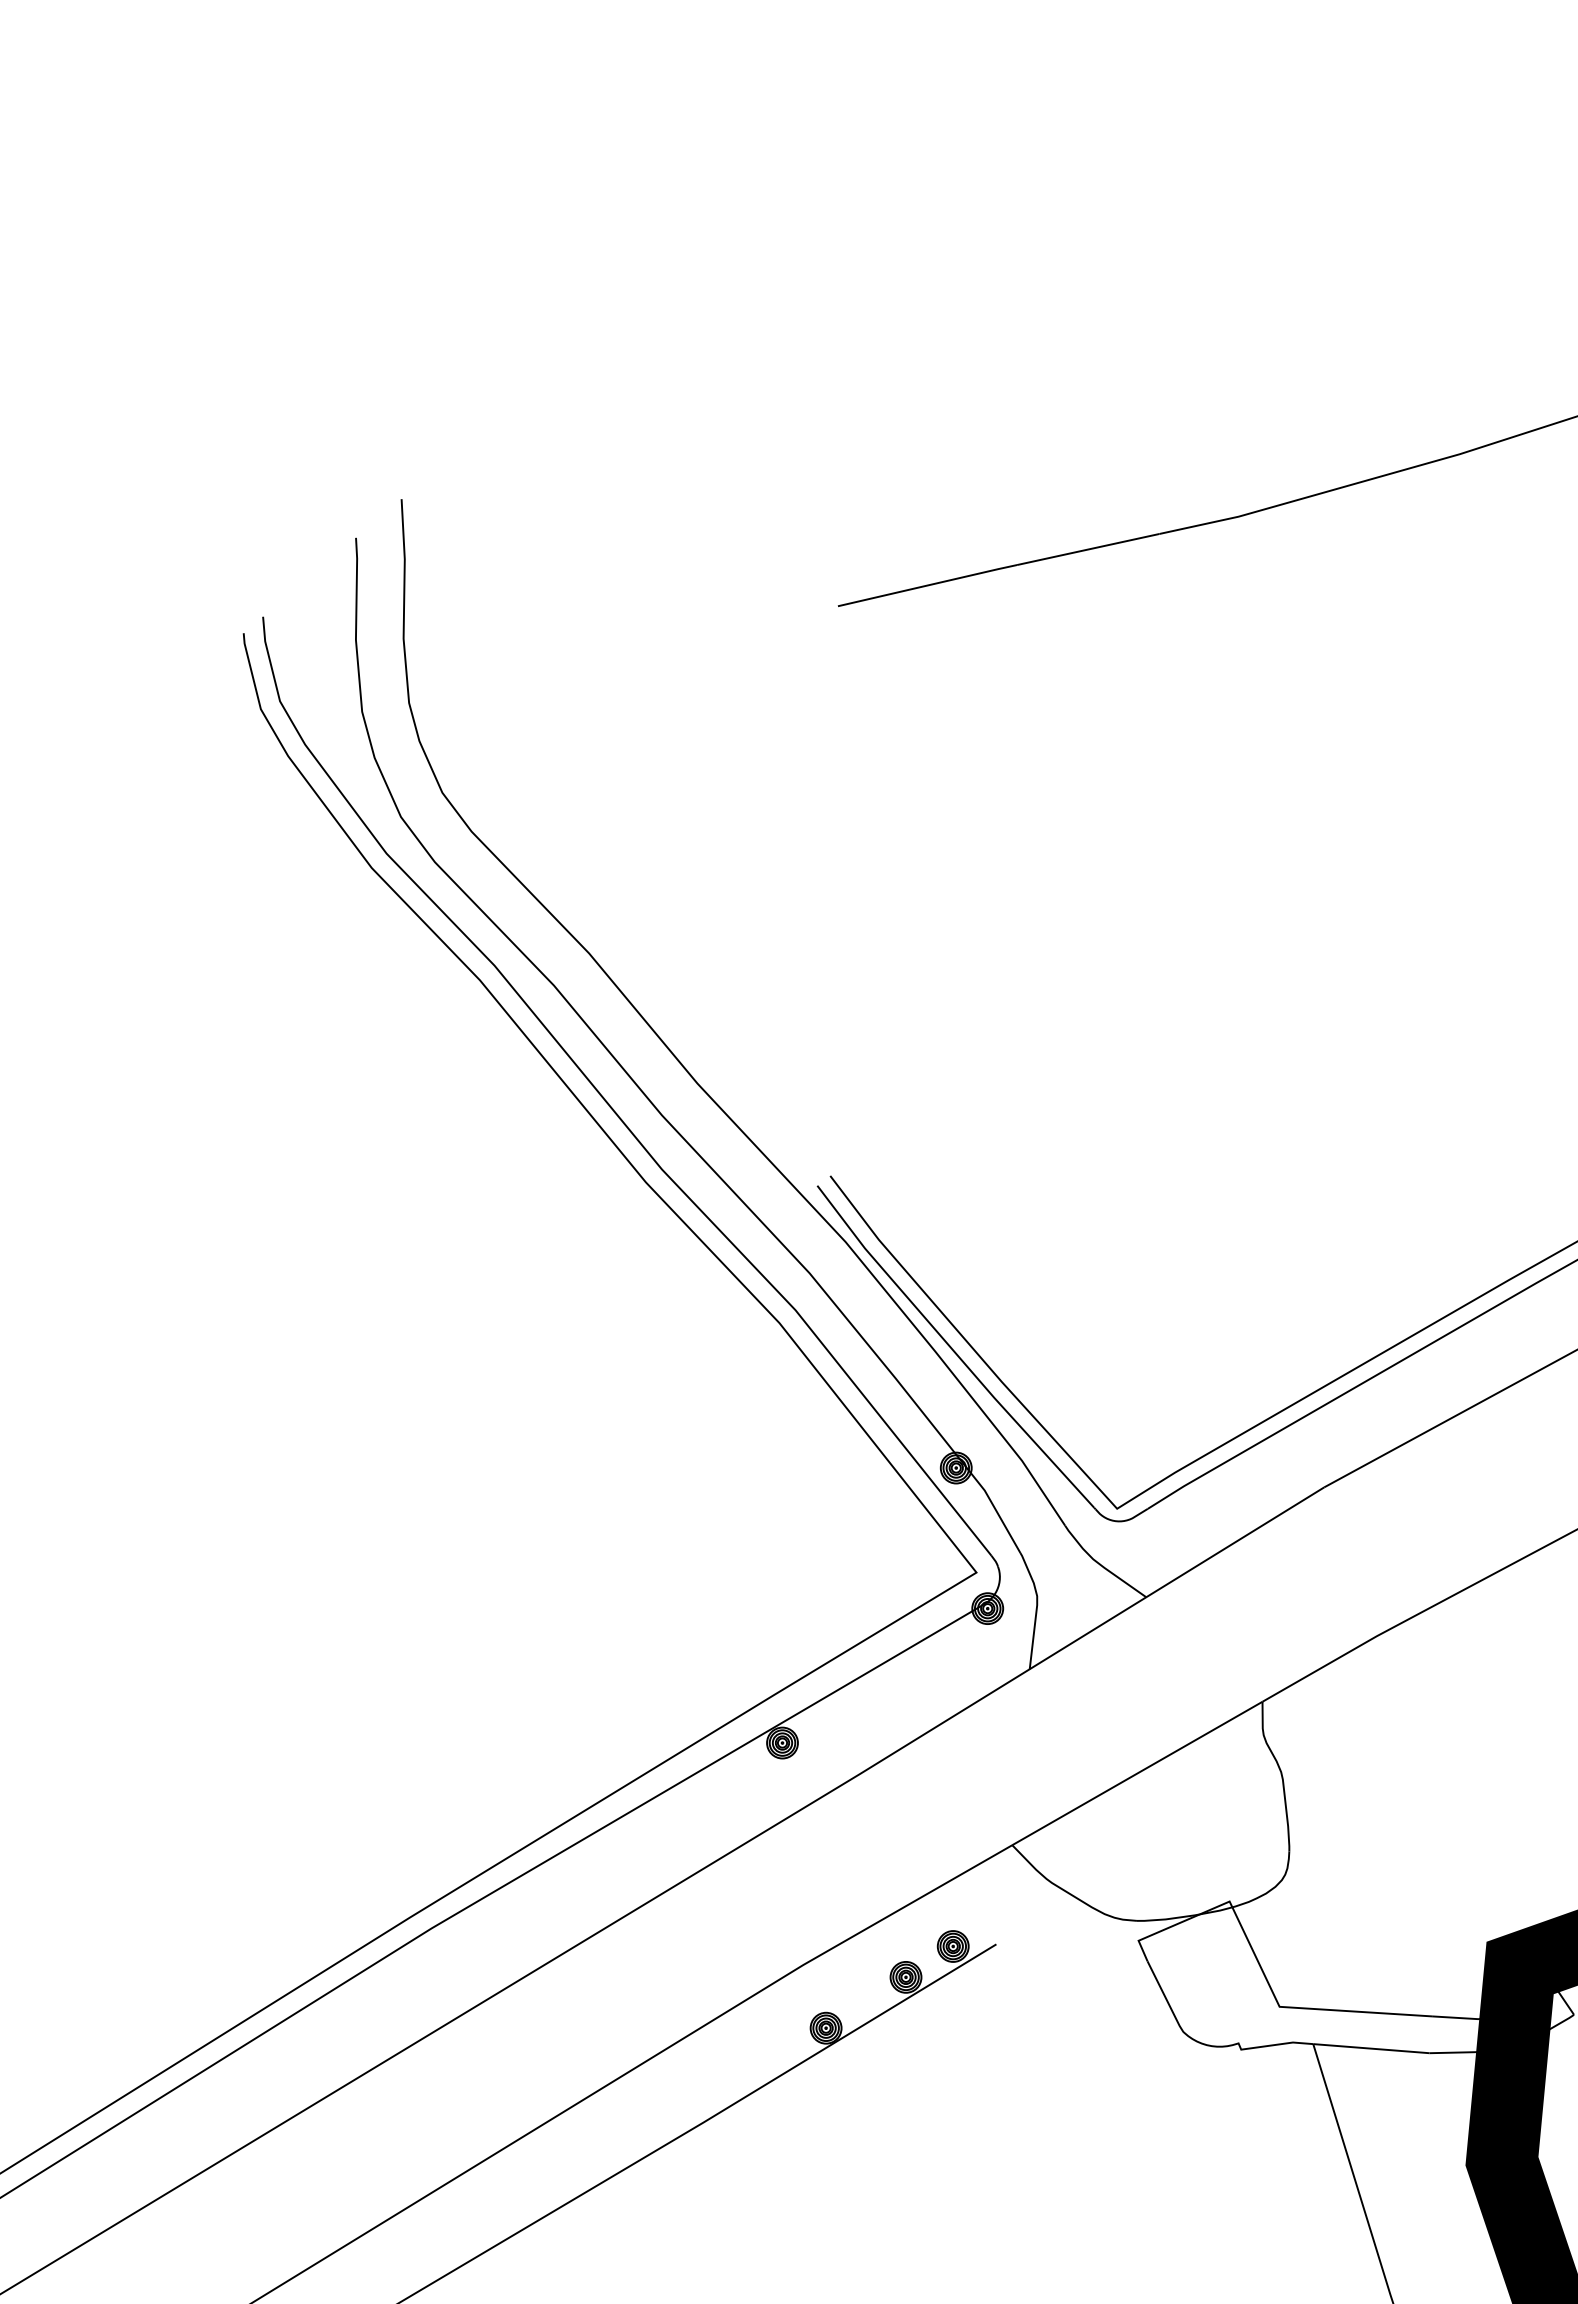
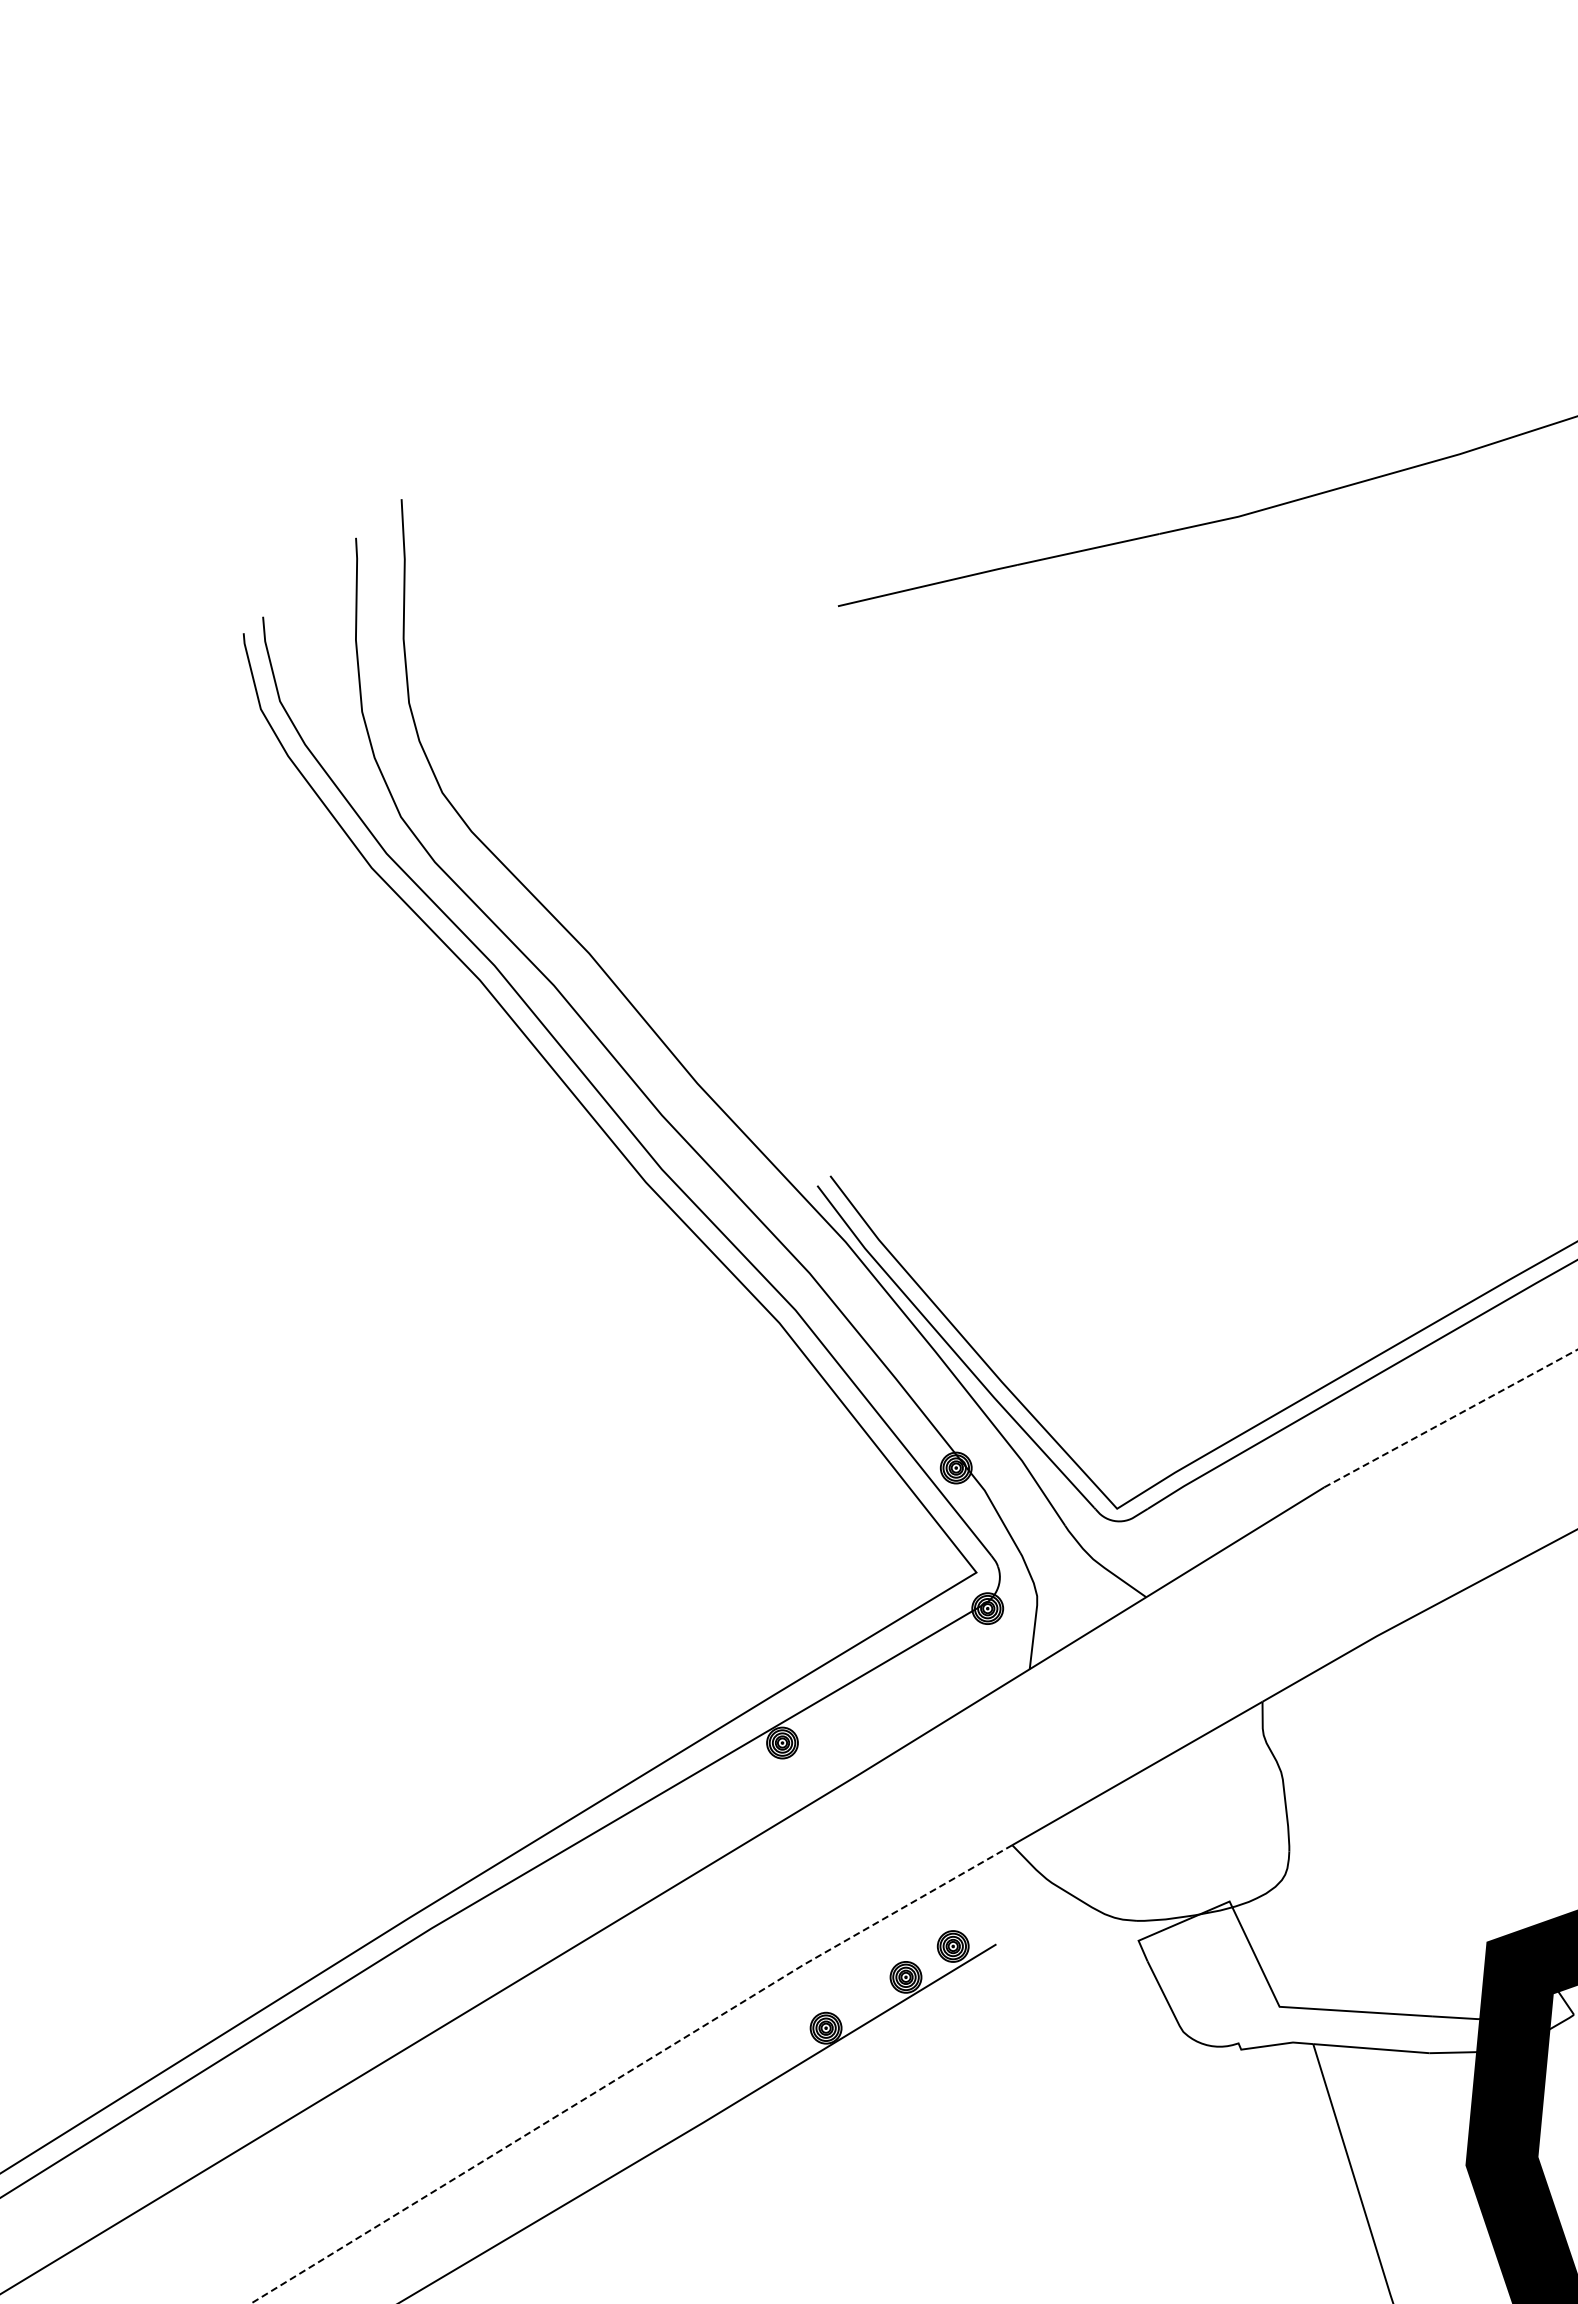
line at (1451, 1418): solid -> dashed
line at (629, 2071): solid -> dashed
